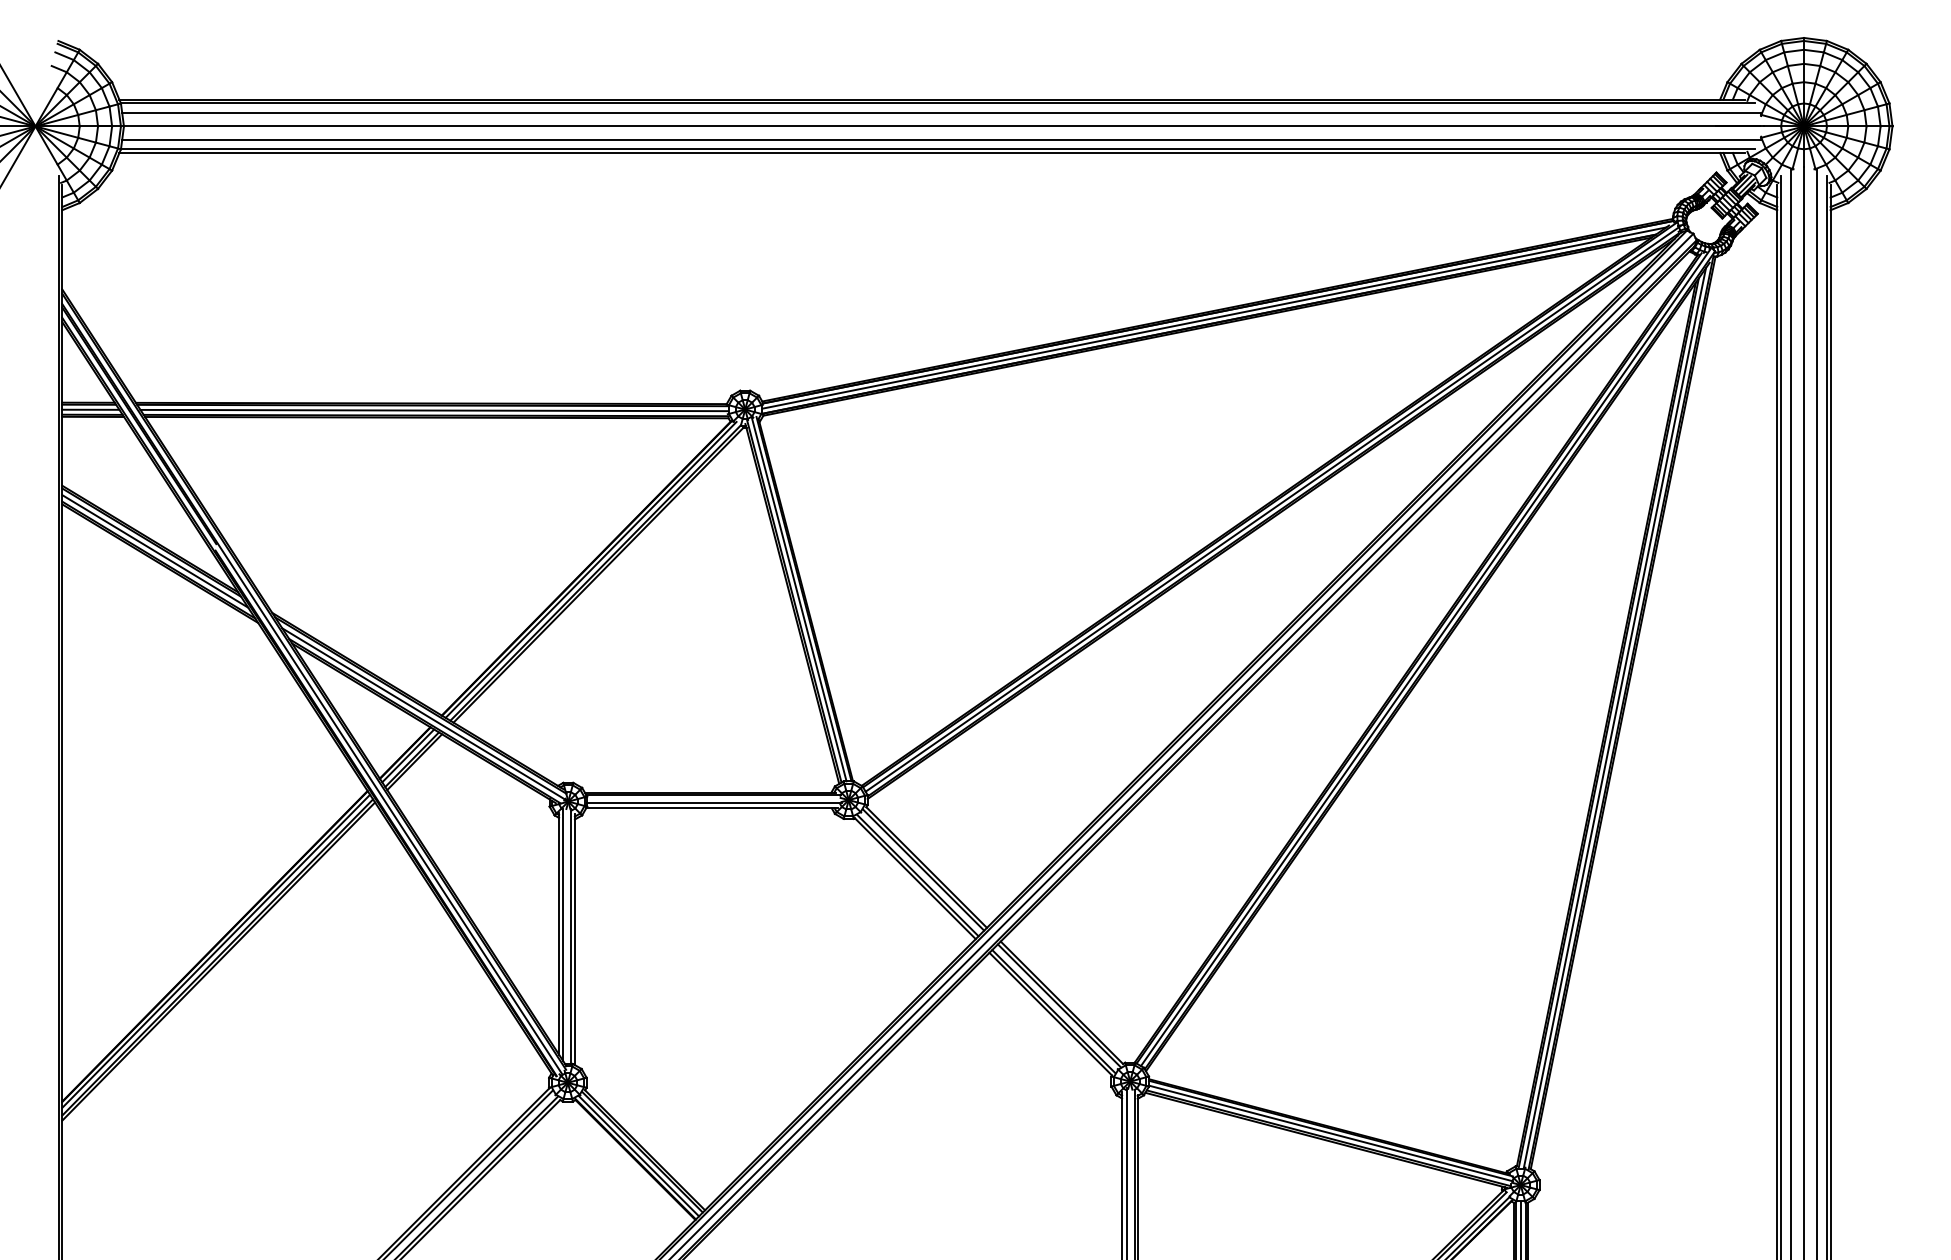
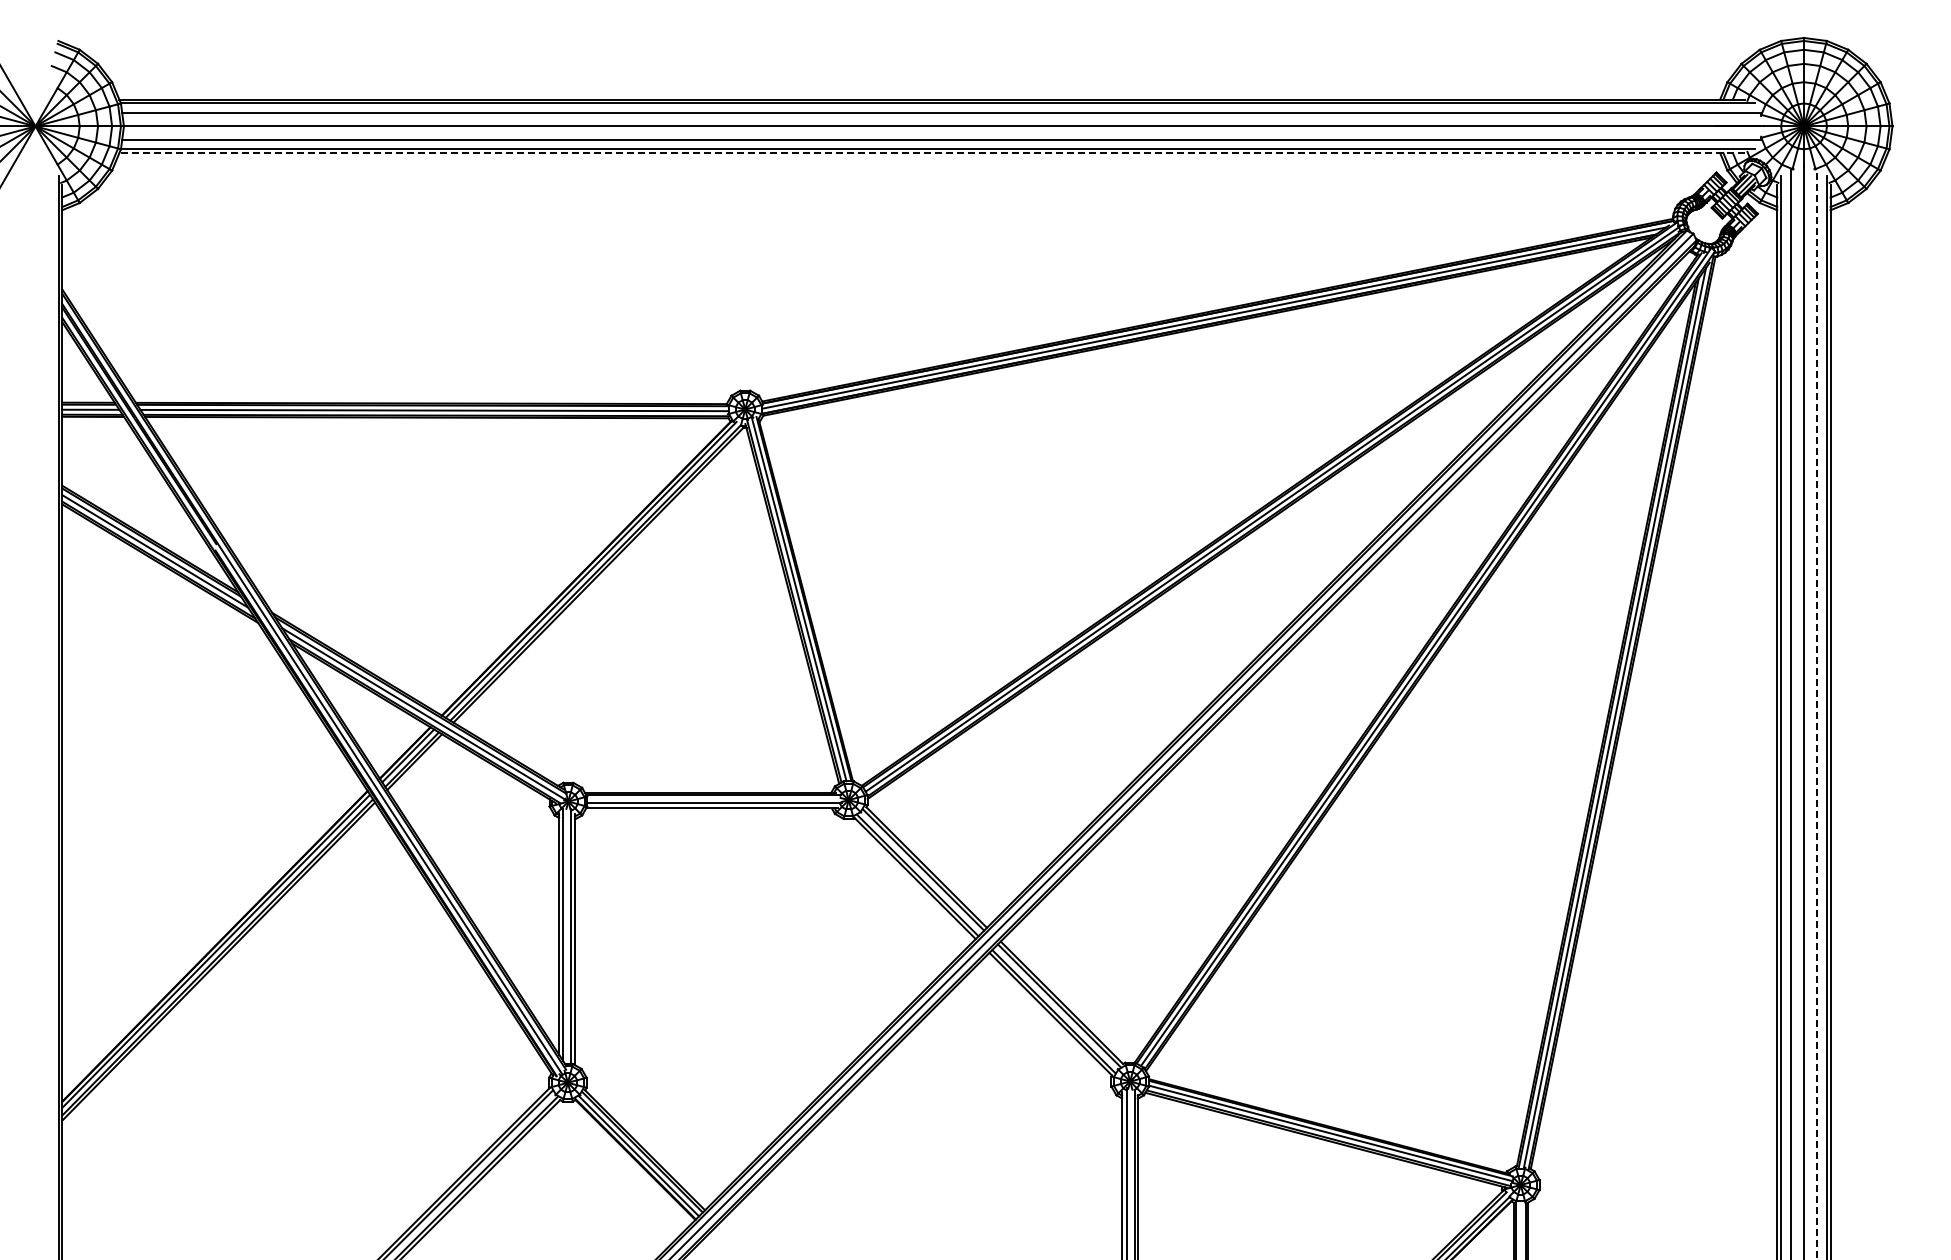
line at (932, 153): solid -> dashed
line at (1817, 714): solid -> dashed
line at (1520, 1229): present -> none
